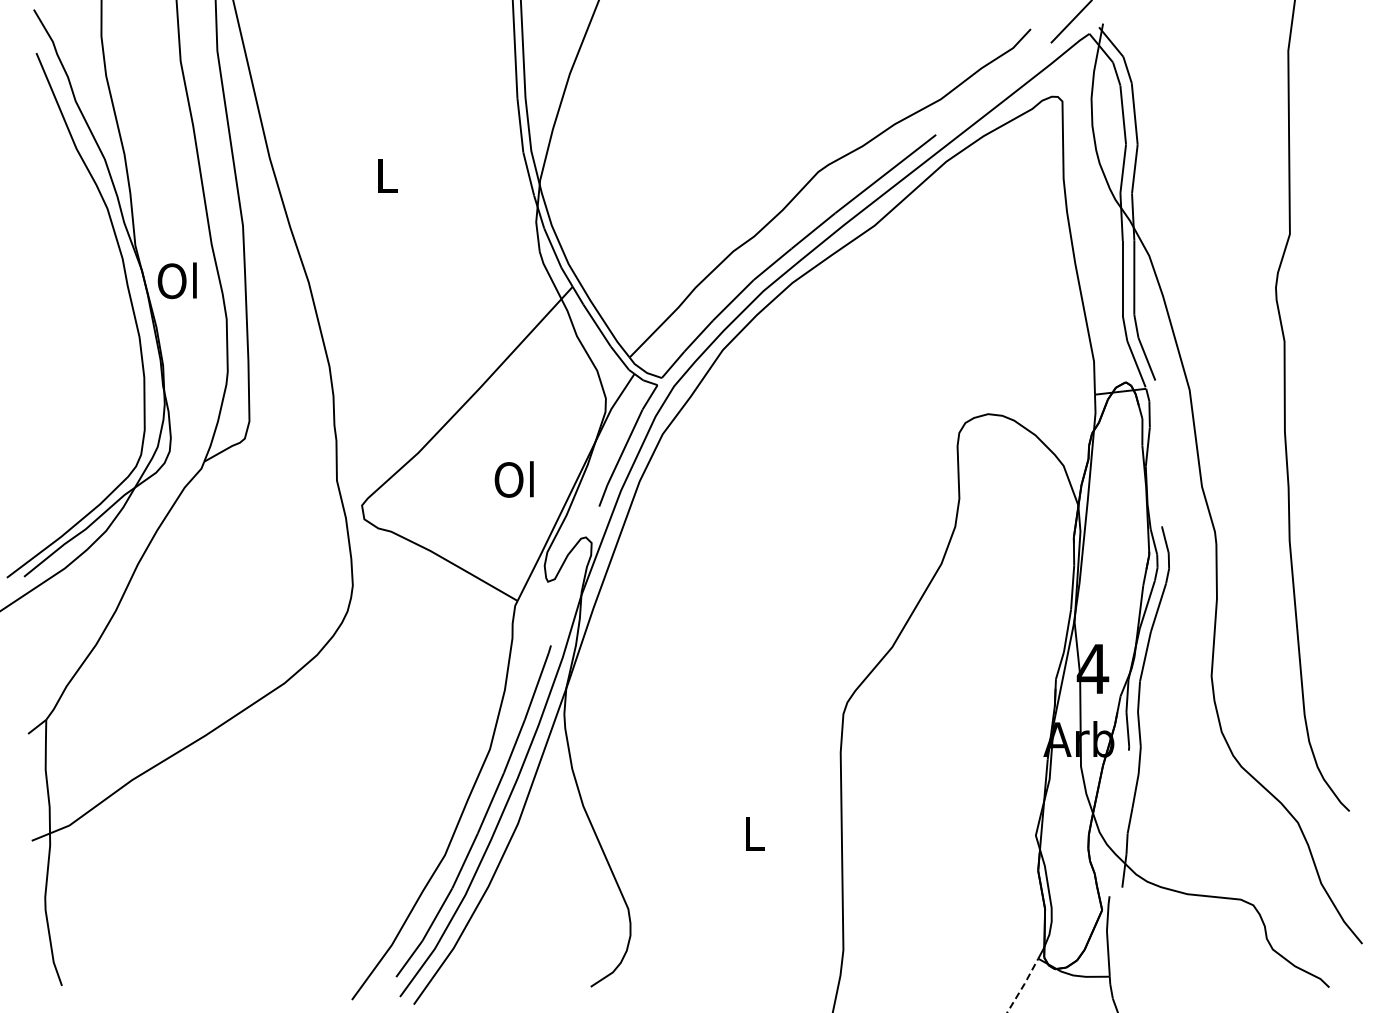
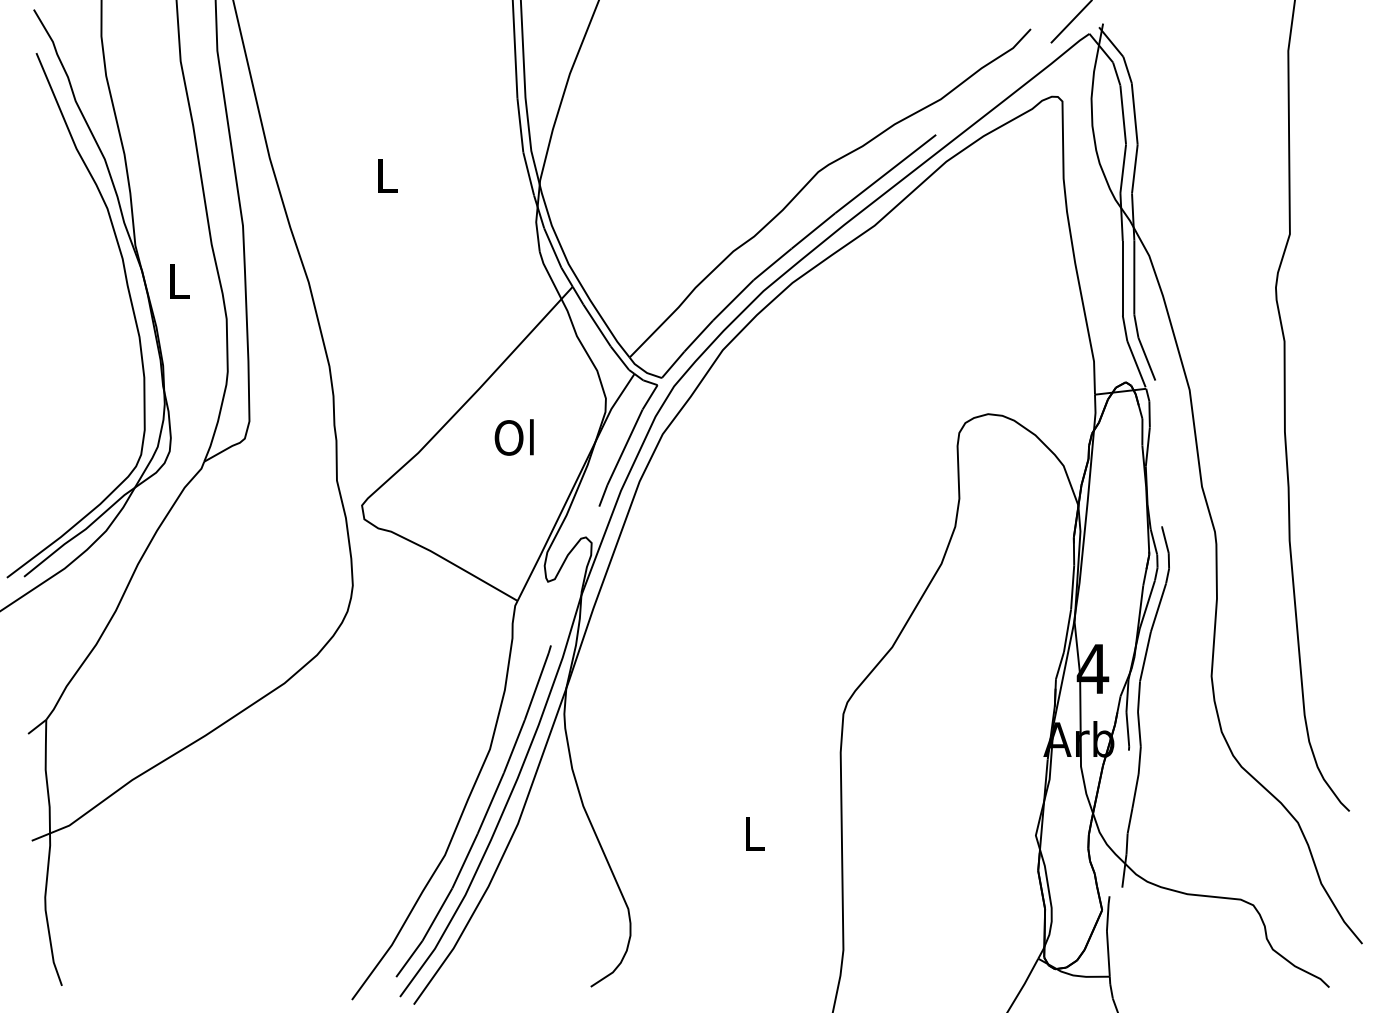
text at (176, 280): Ol -> L
text at (513, 479) position: (513, 479) -> (513, 437)
line at (1023, 985): dashed -> solid
